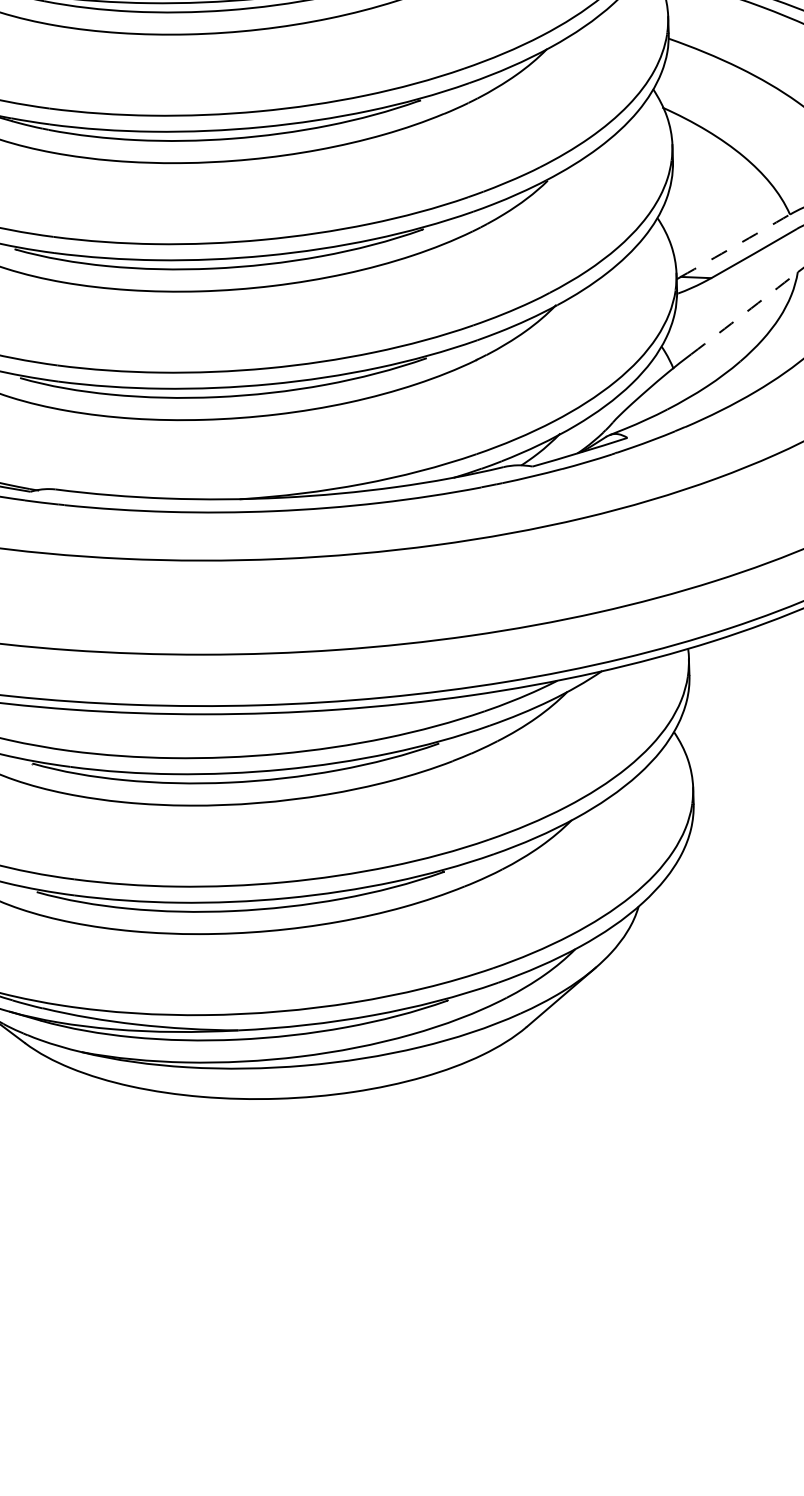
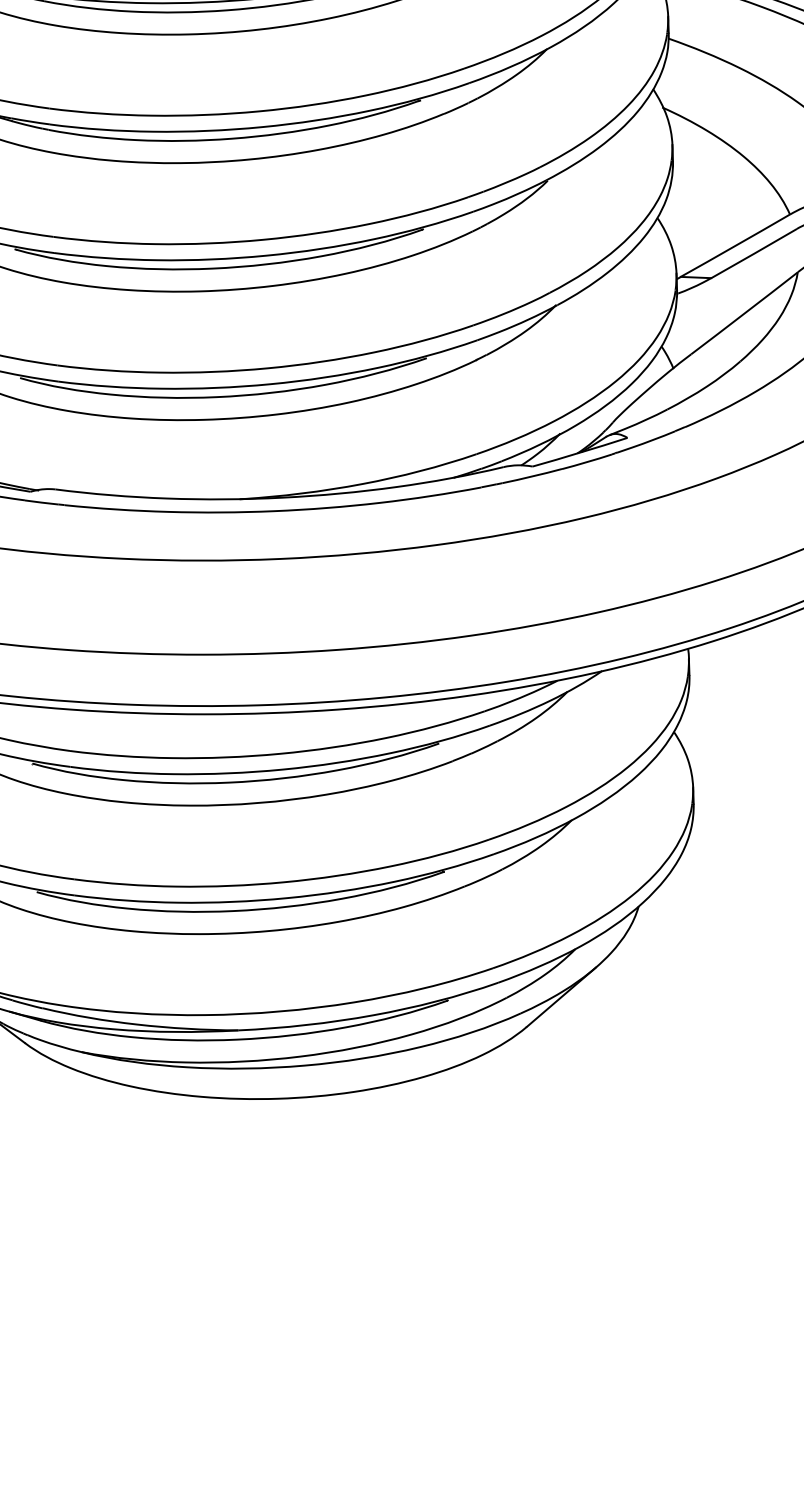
arc at (735, 245): dashed -> solid
arc at (744, 313): dashed -> solid
